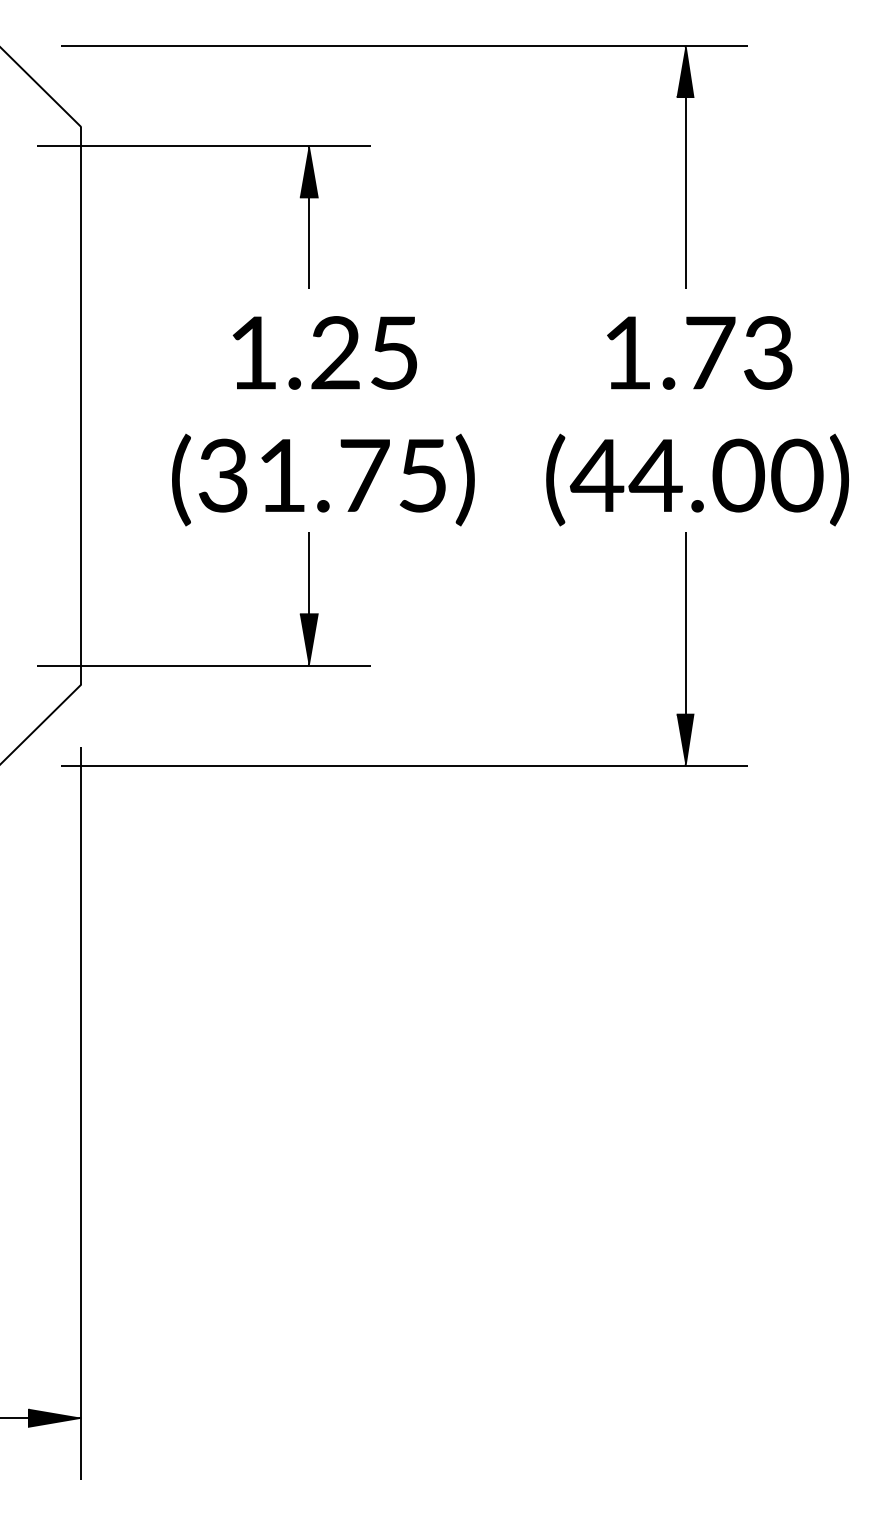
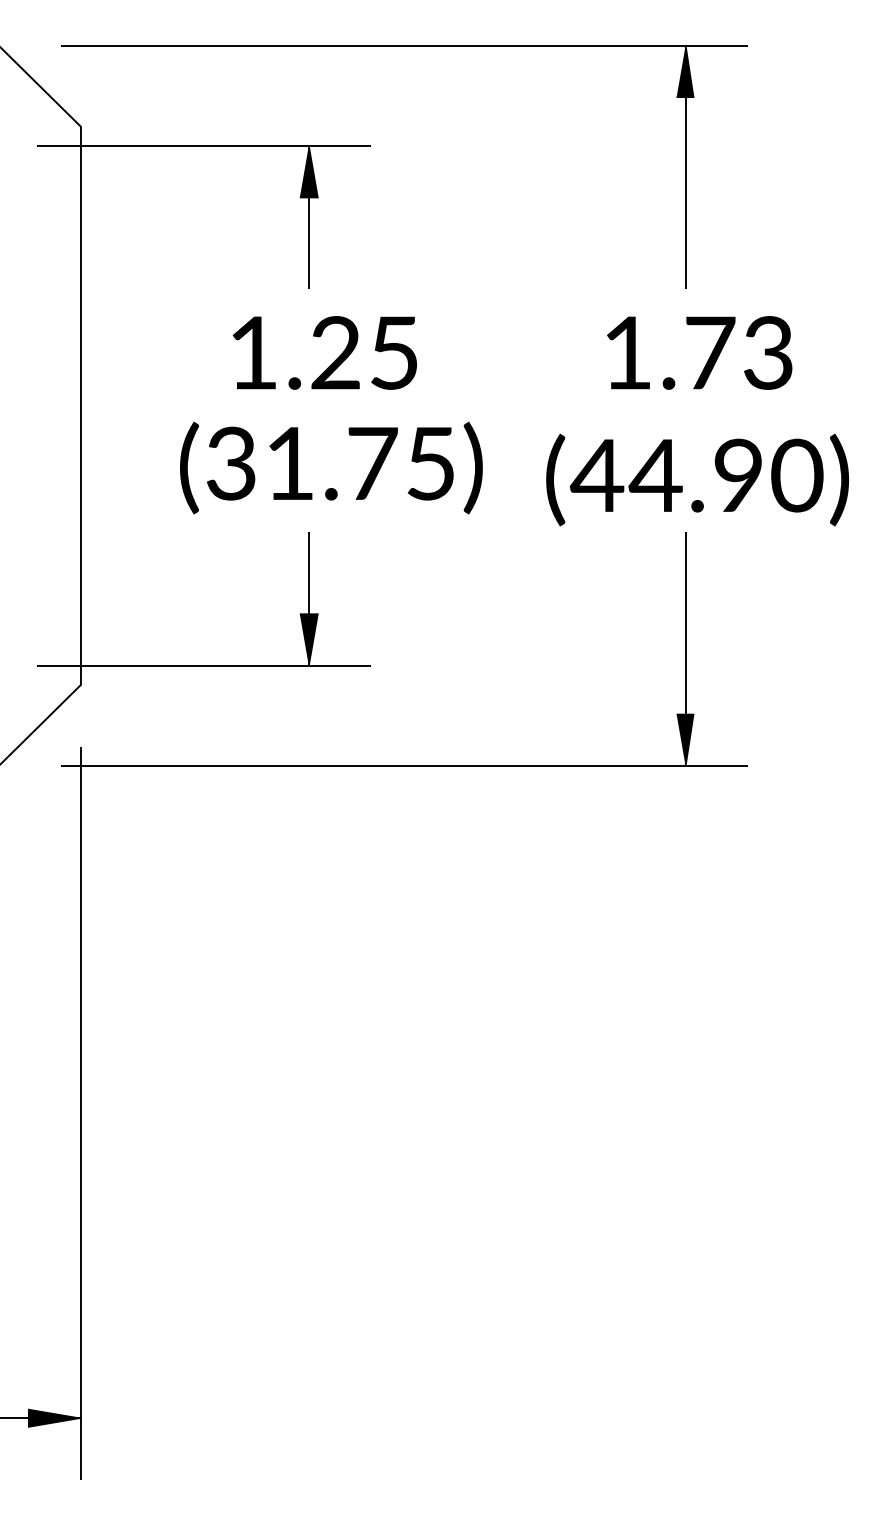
text at (738, 475): (44.00) -> (44.90)
text at (323, 479) position: (323, 479) -> (331, 467)
